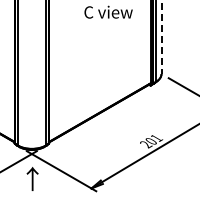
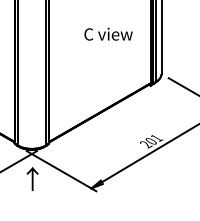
text at (108, 11) position: (108, 11) -> (108, 33)
line at (161, 37): dashed -> solid
